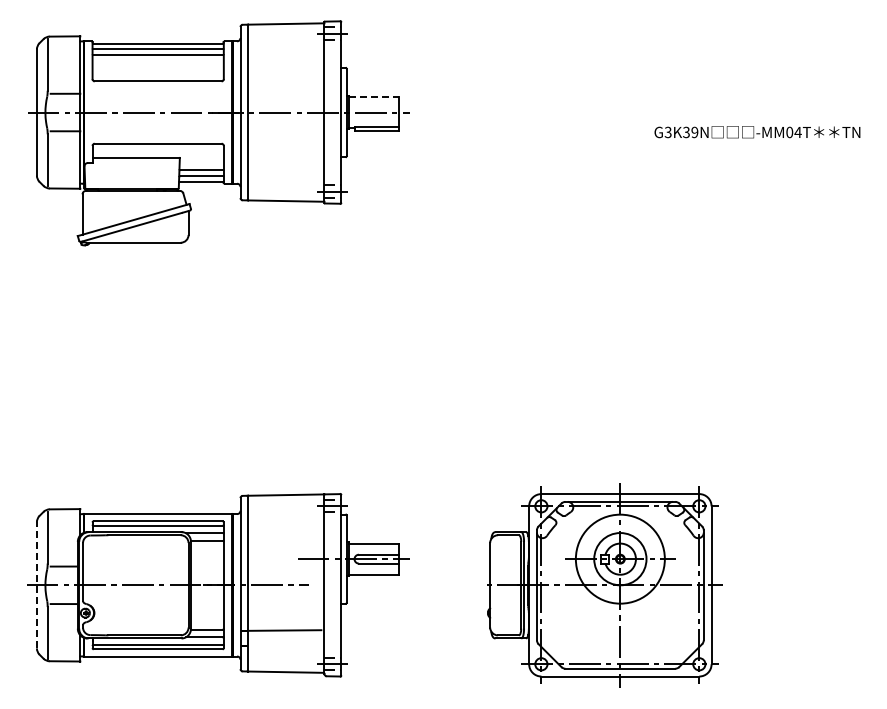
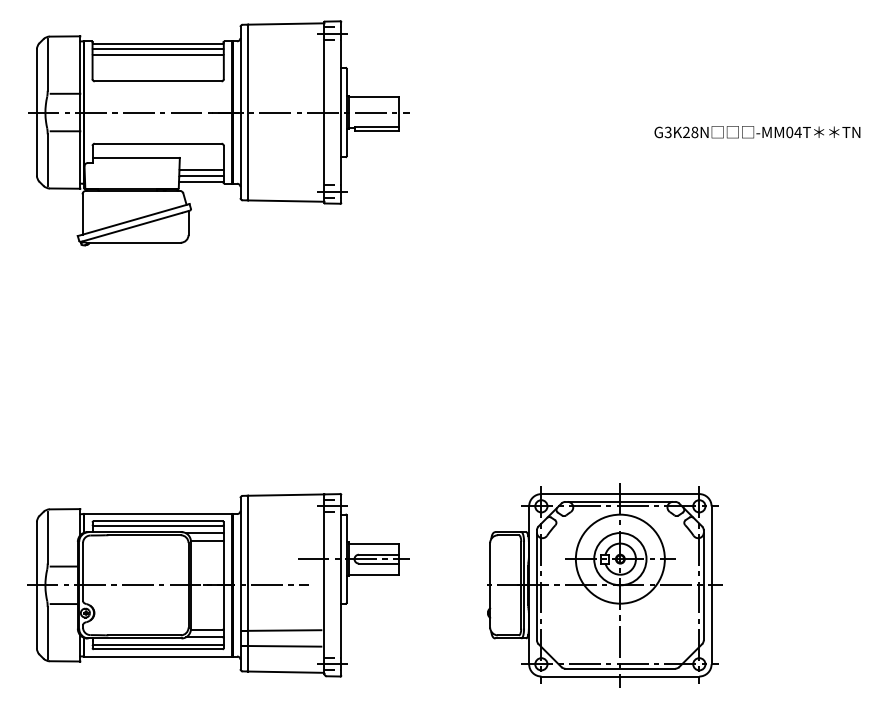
line at (374, 96): dashed -> solid
text at (690, 132): G3K39N -> G3K28N
line at (36, 584): dashed -> solid
line at (285, 646): none -> present
